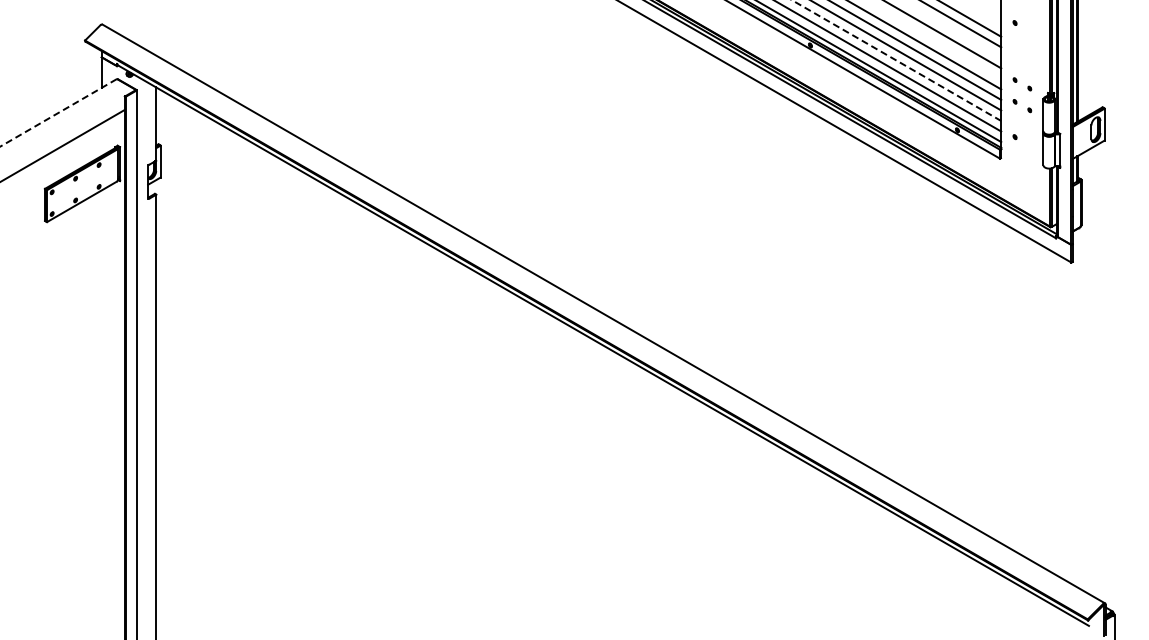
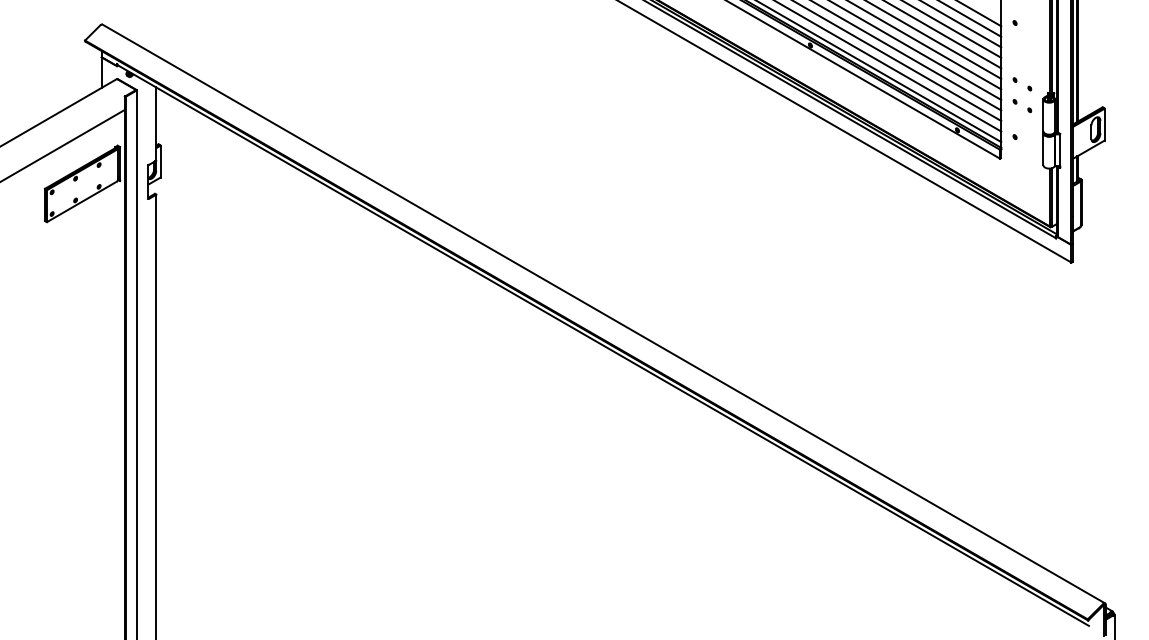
line at (980, 14): none -> present
line at (952, 29): none -> present
line at (934, 40): none -> present
line at (896, 60): dashed -> solid
line at (58, 113): dashed -> solid
